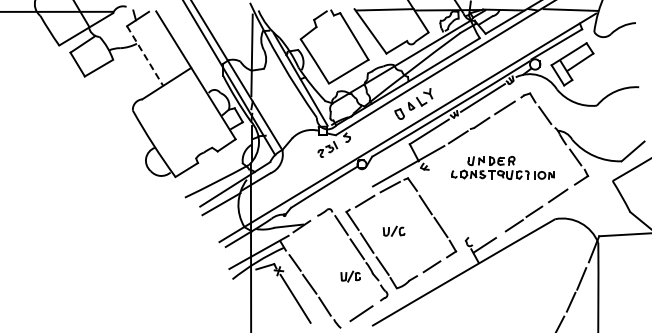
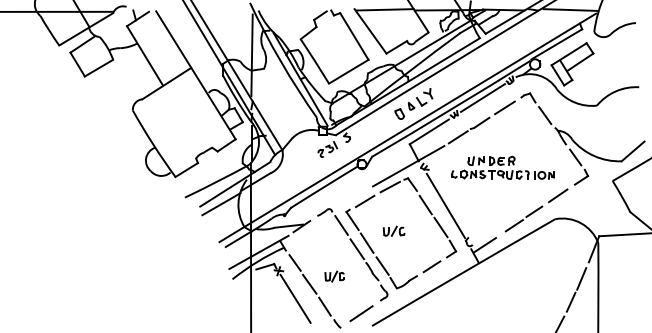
line at (145, 55): dashed -> solid
line at (445, 205): none -> present
part at (350, 276) position: (350, 276) -> (334, 276)
